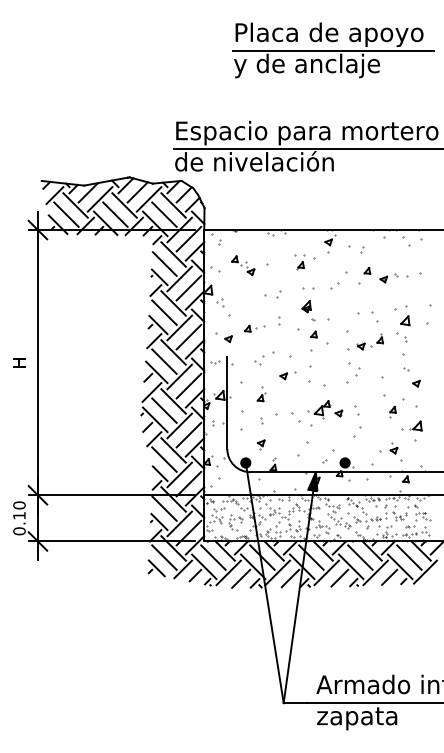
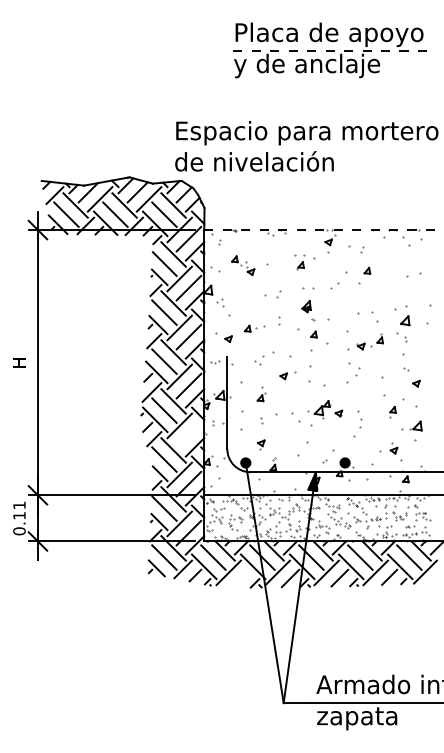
line at (333, 51): solid -> dashed
line at (306, 149): present -> none
line at (324, 230): solid -> dashed
part at (388, 278): present -> none
part at (356, 410) position: (356, 410) -> (359, 415)
line at (188, 434): present -> none
text at (19, 505): 0.10 -> 0.11
line at (241, 578): present -> none
